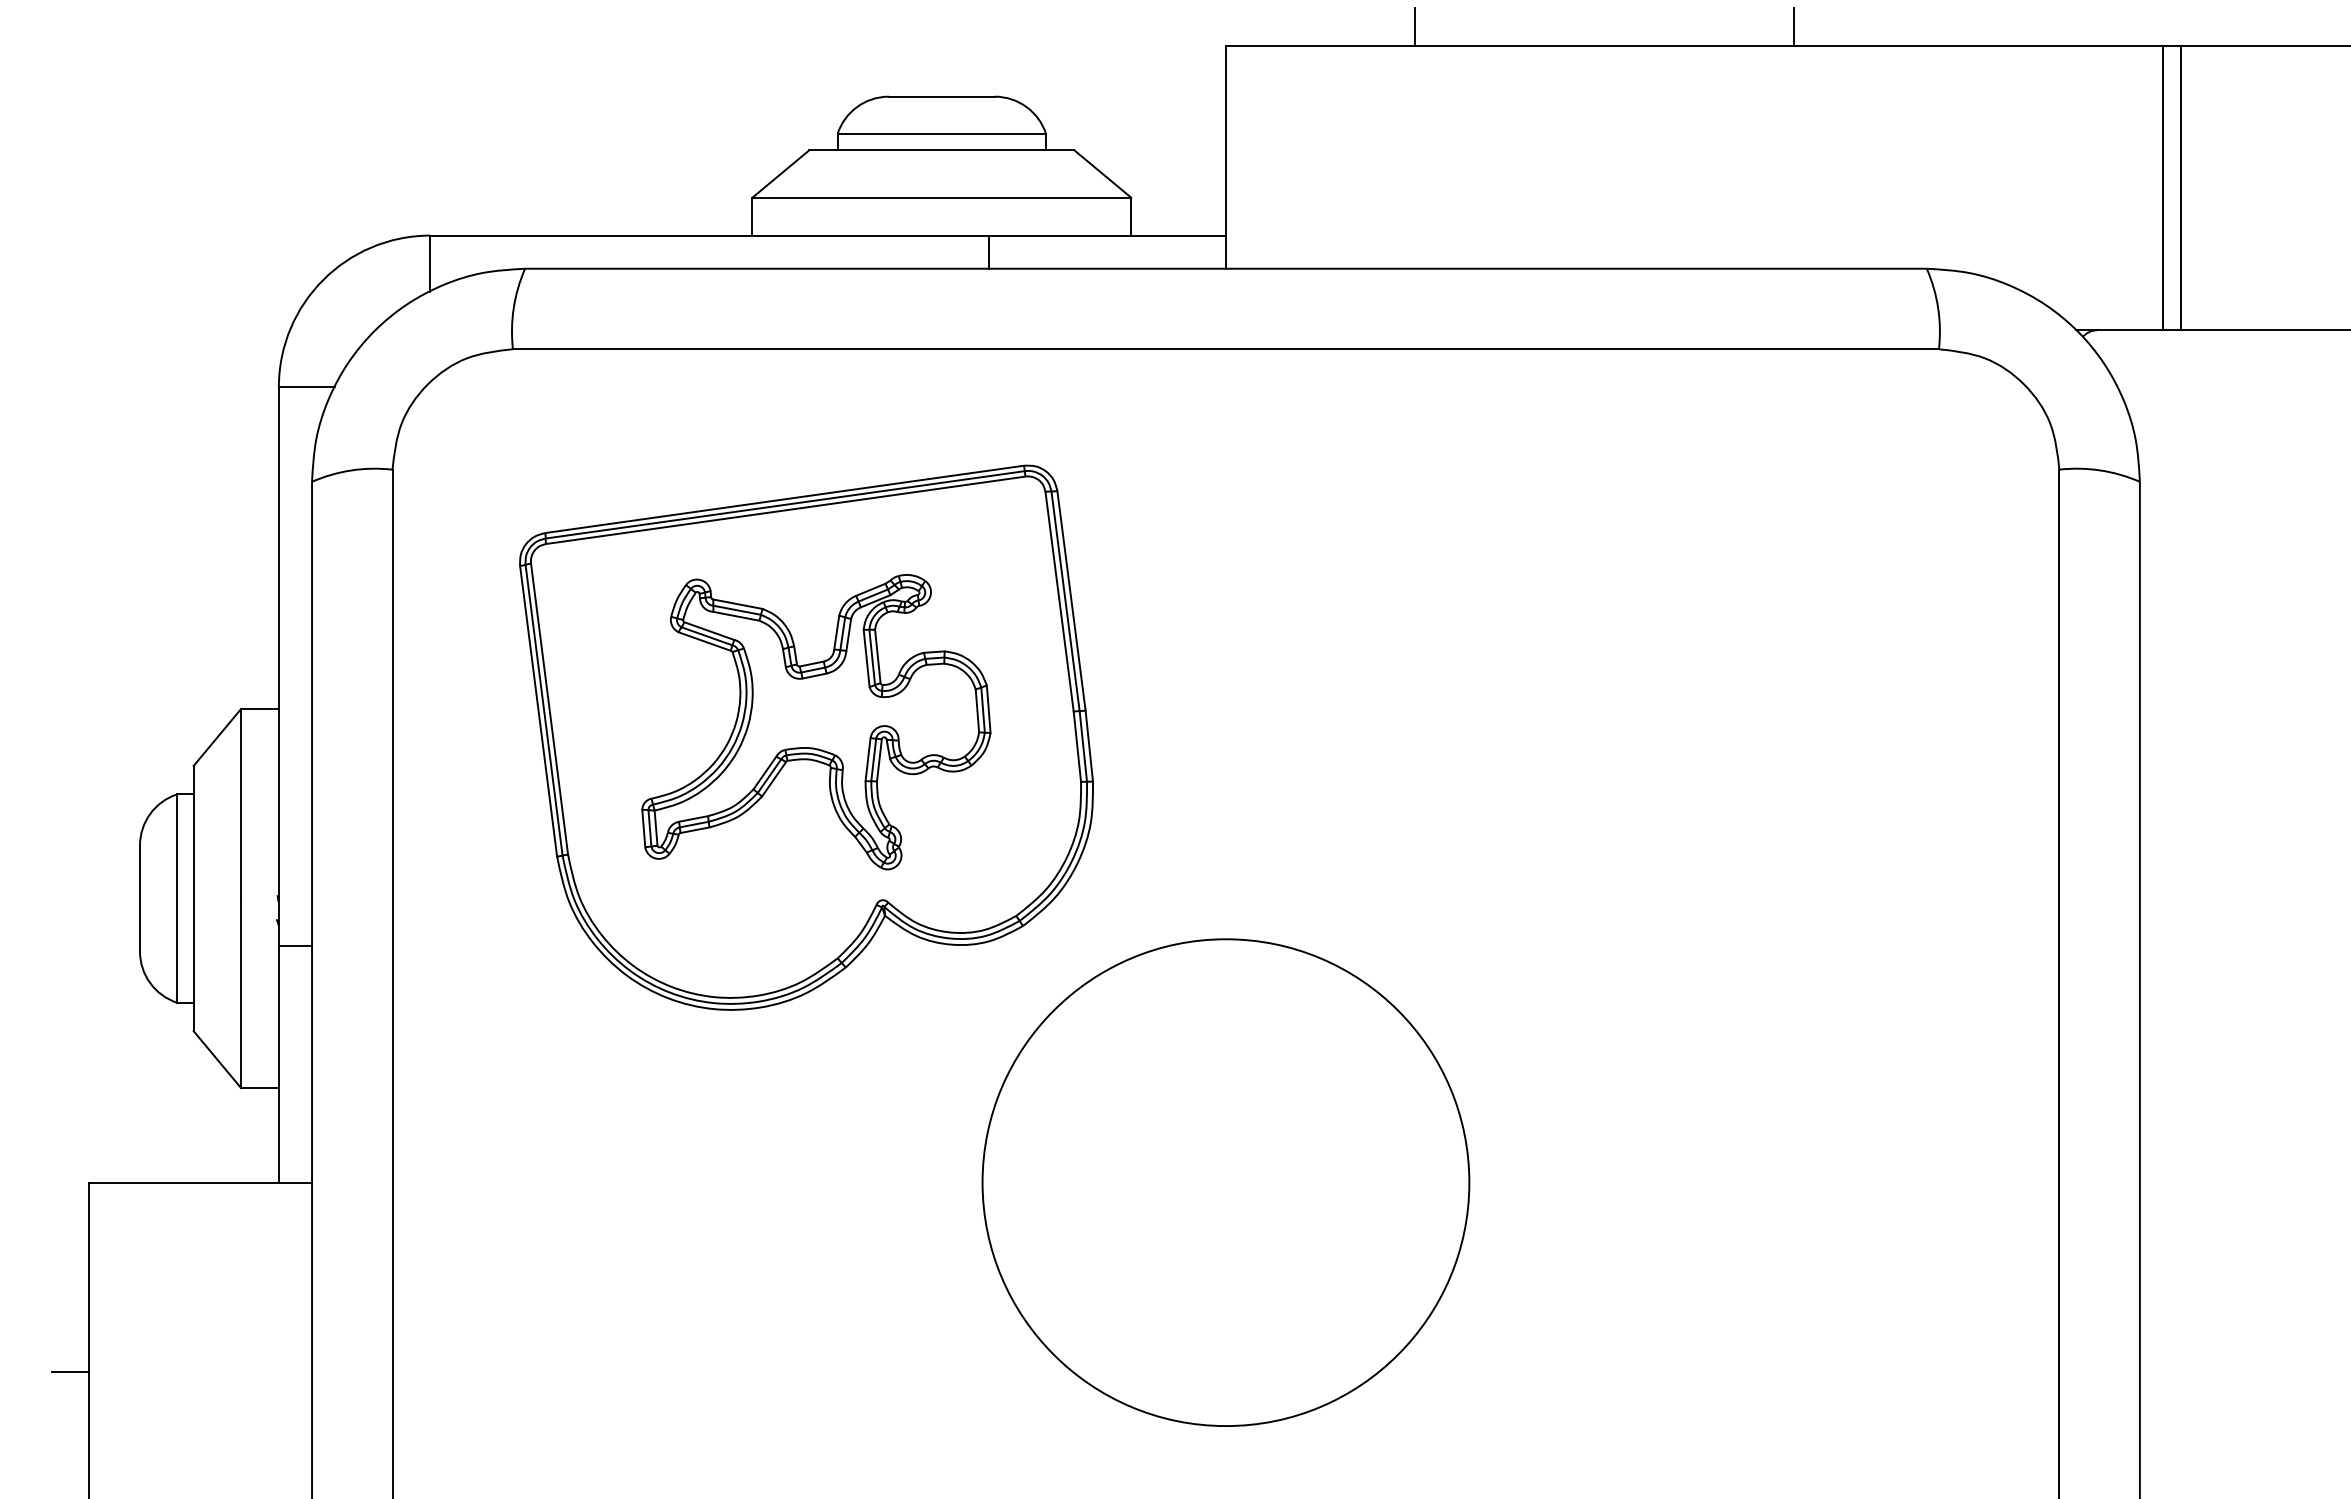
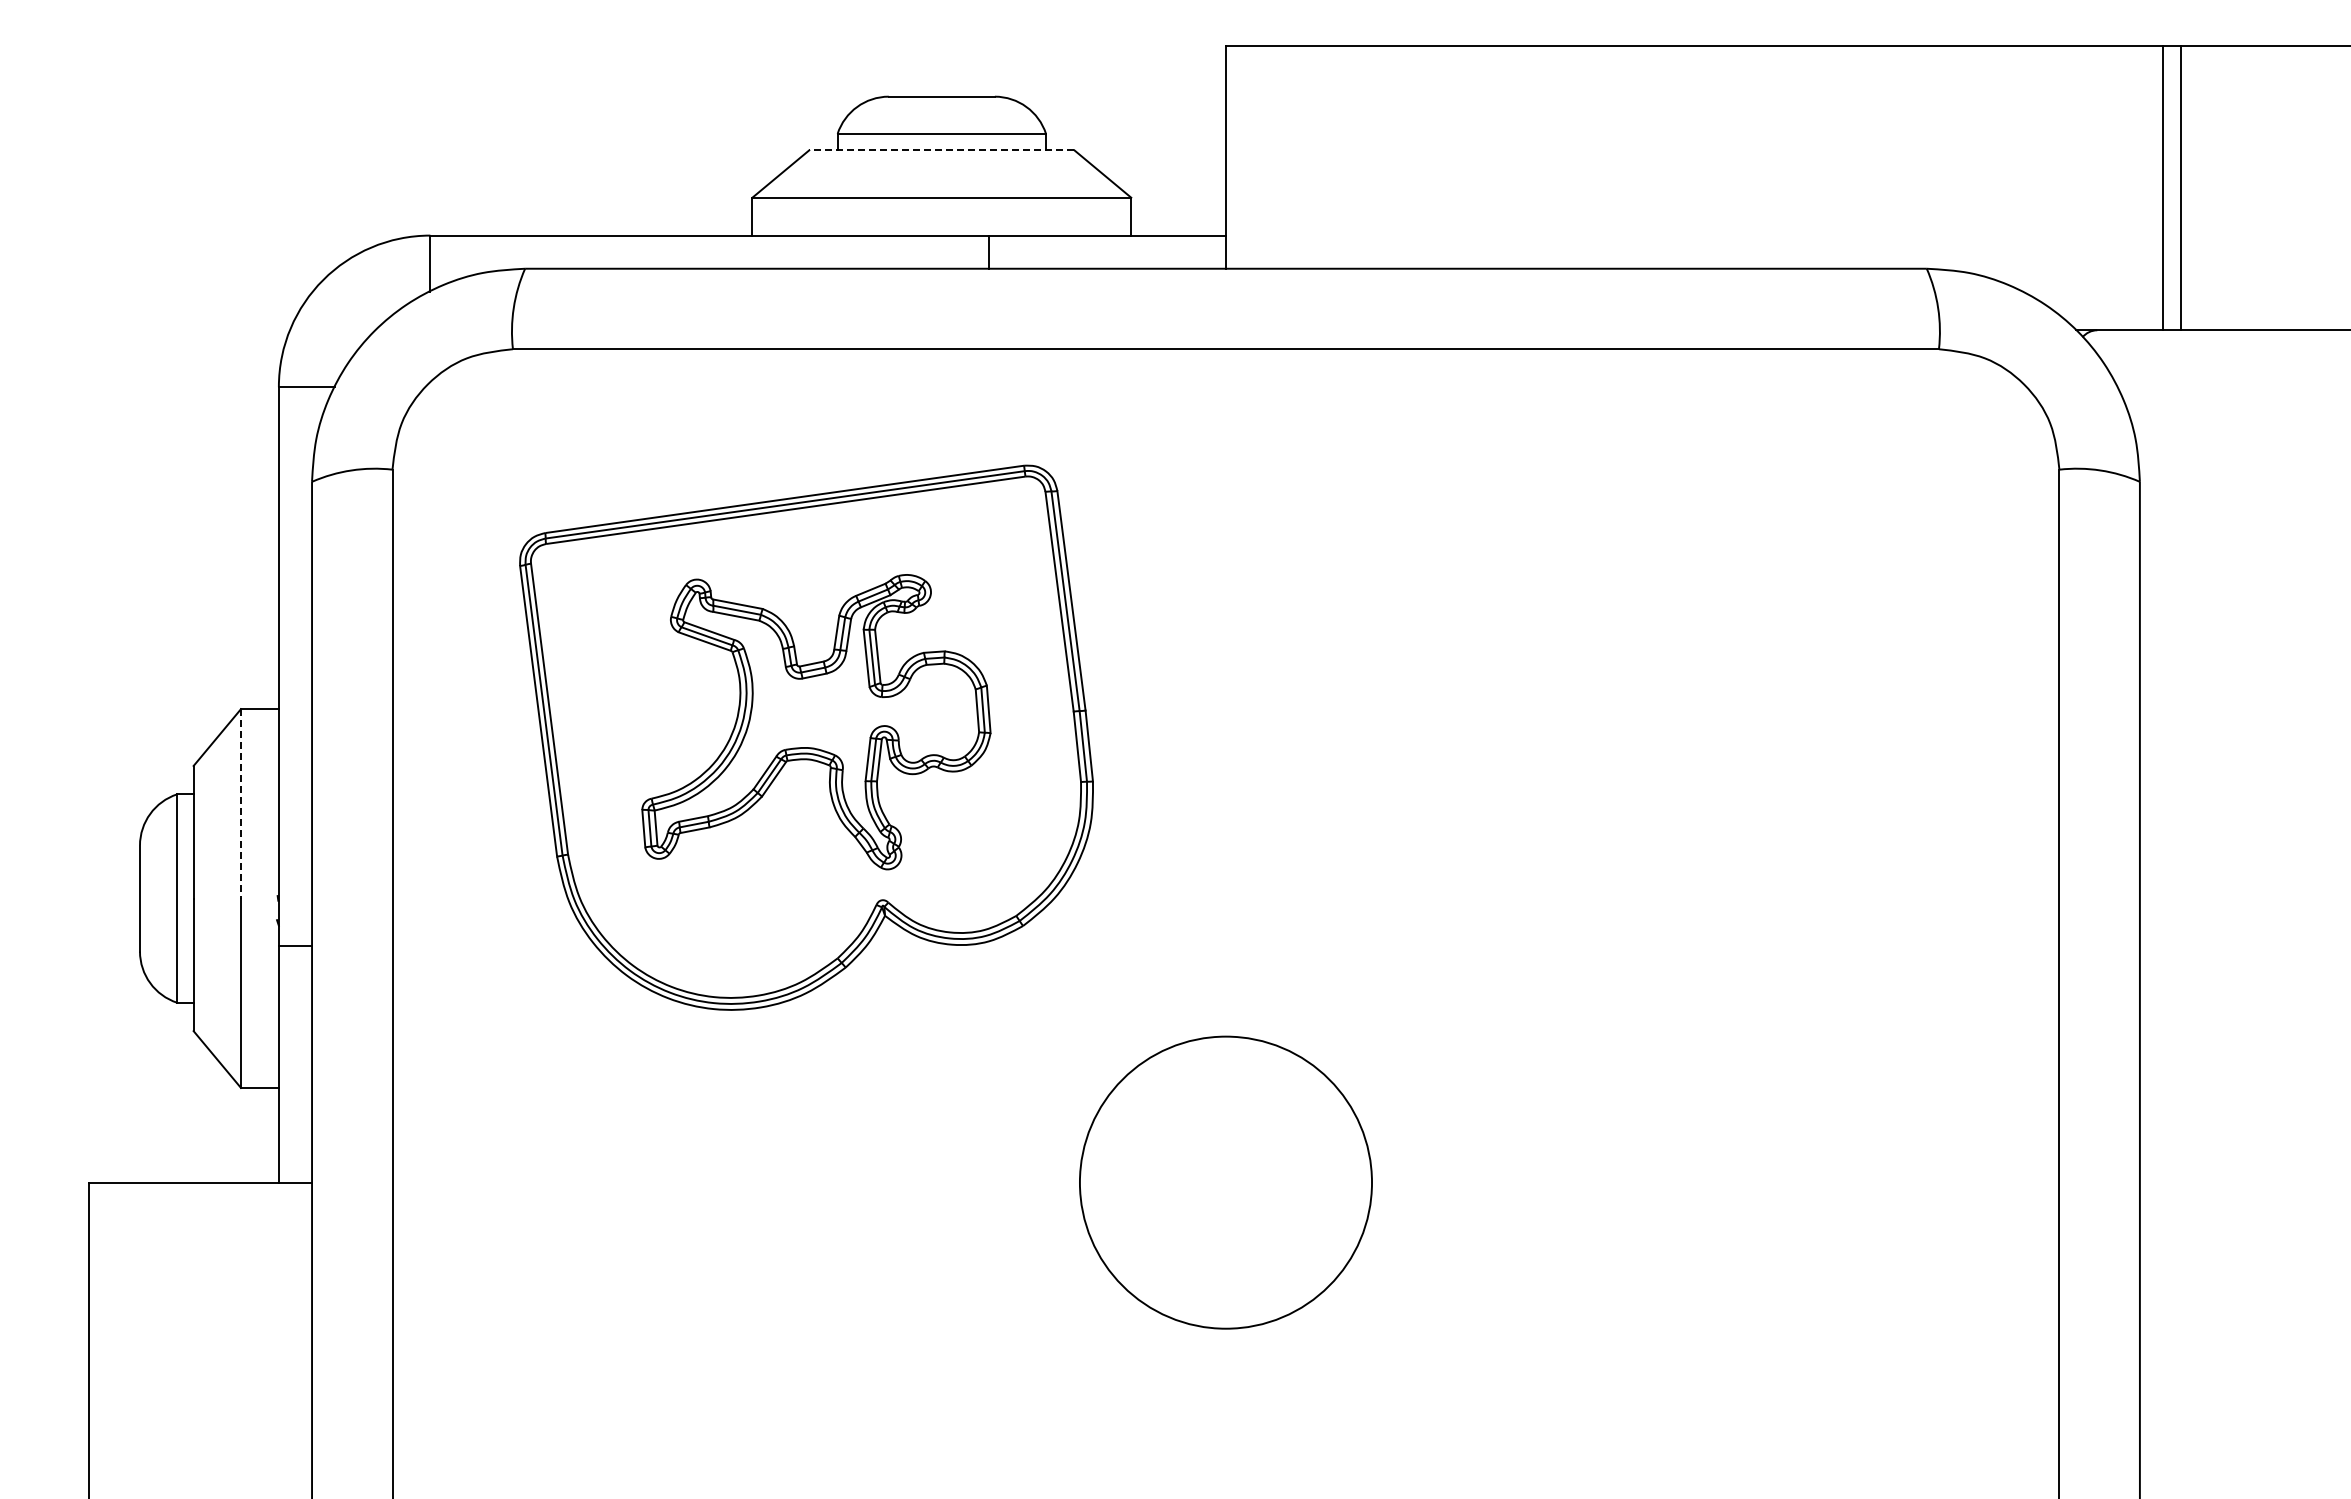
line at (1415, 27): present -> none
line at (1794, 27): present -> none
line at (941, 150): solid -> dashed
line at (241, 803): solid -> dashed
circle at (1225, 1182) diameter: 487 px -> 292 px
line at (70, 1372): present -> none
